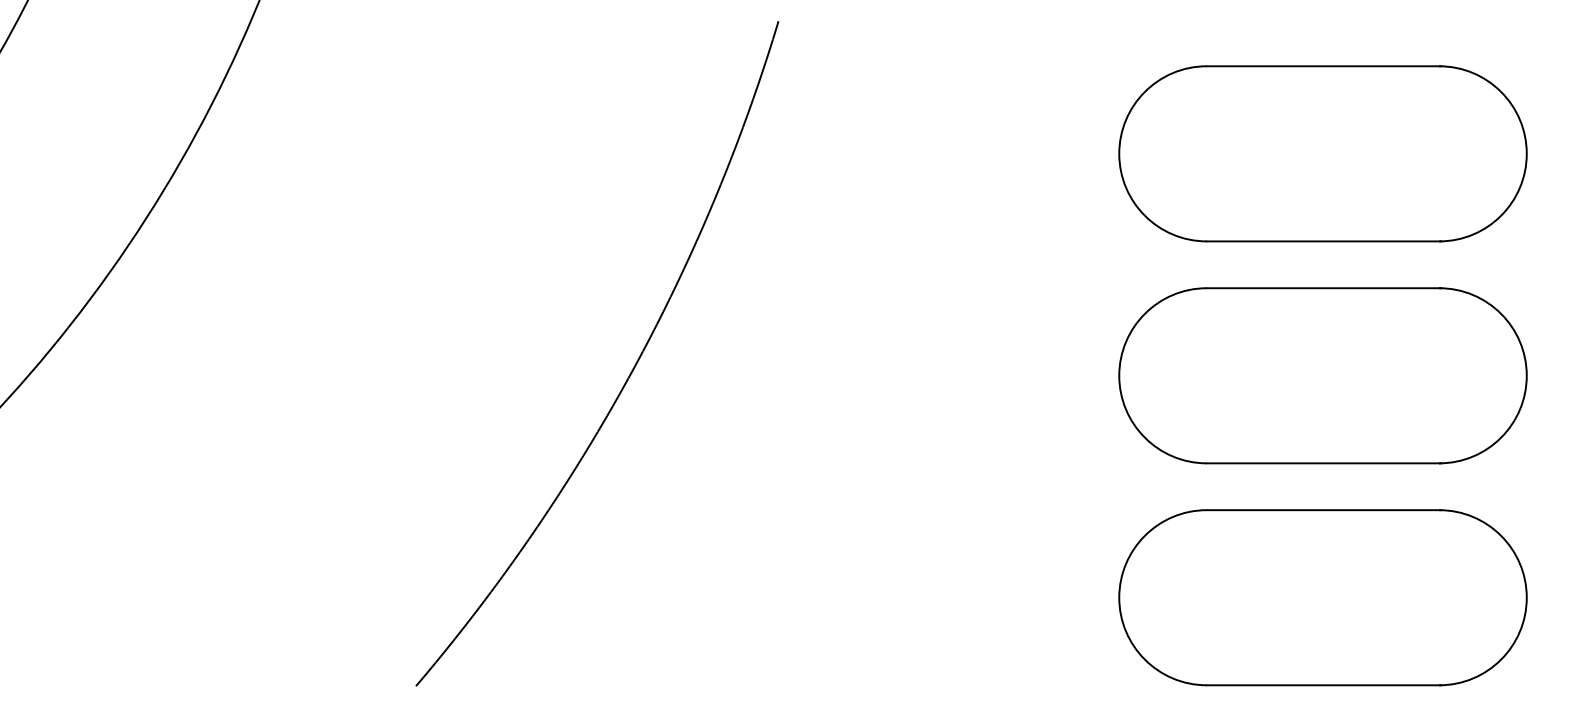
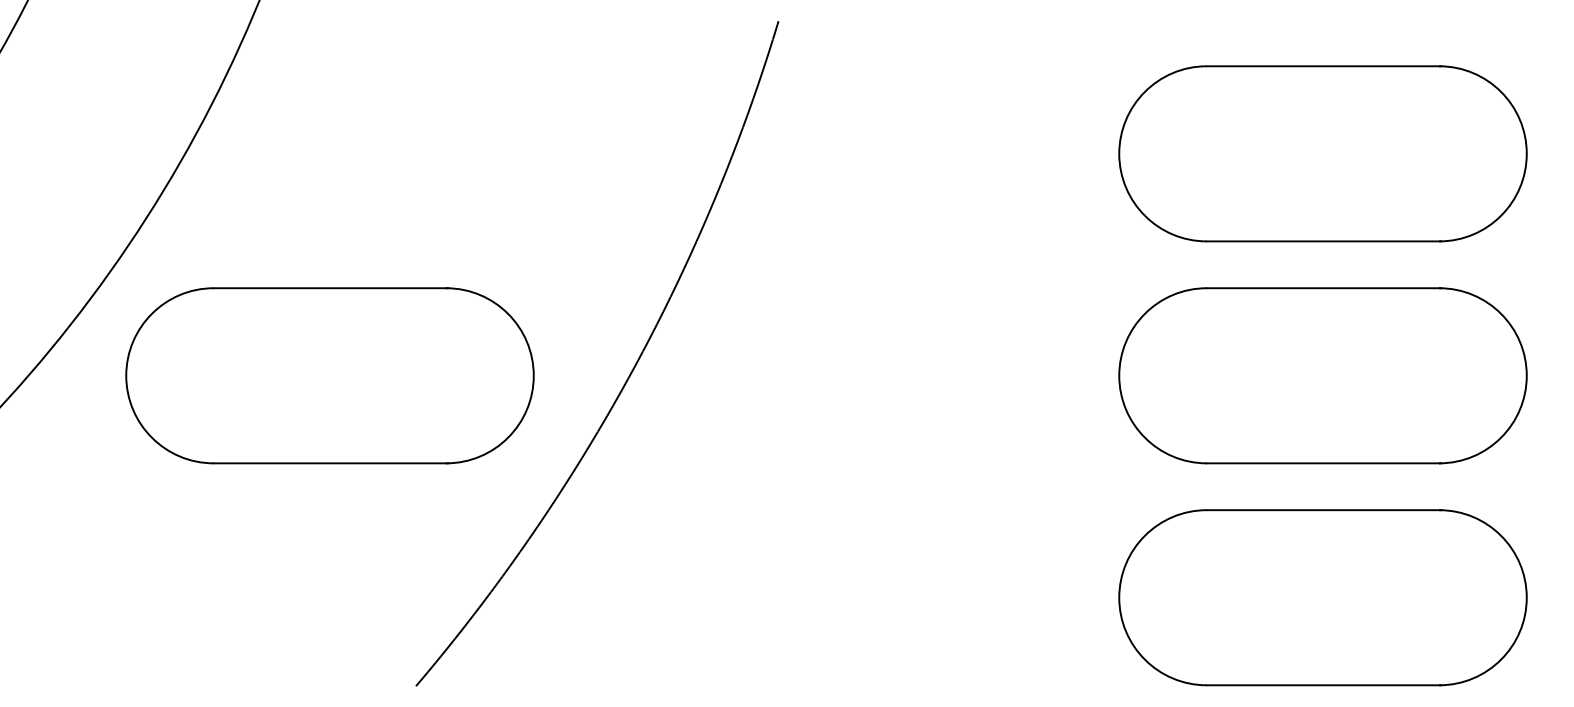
part at (329, 375): none -> present
